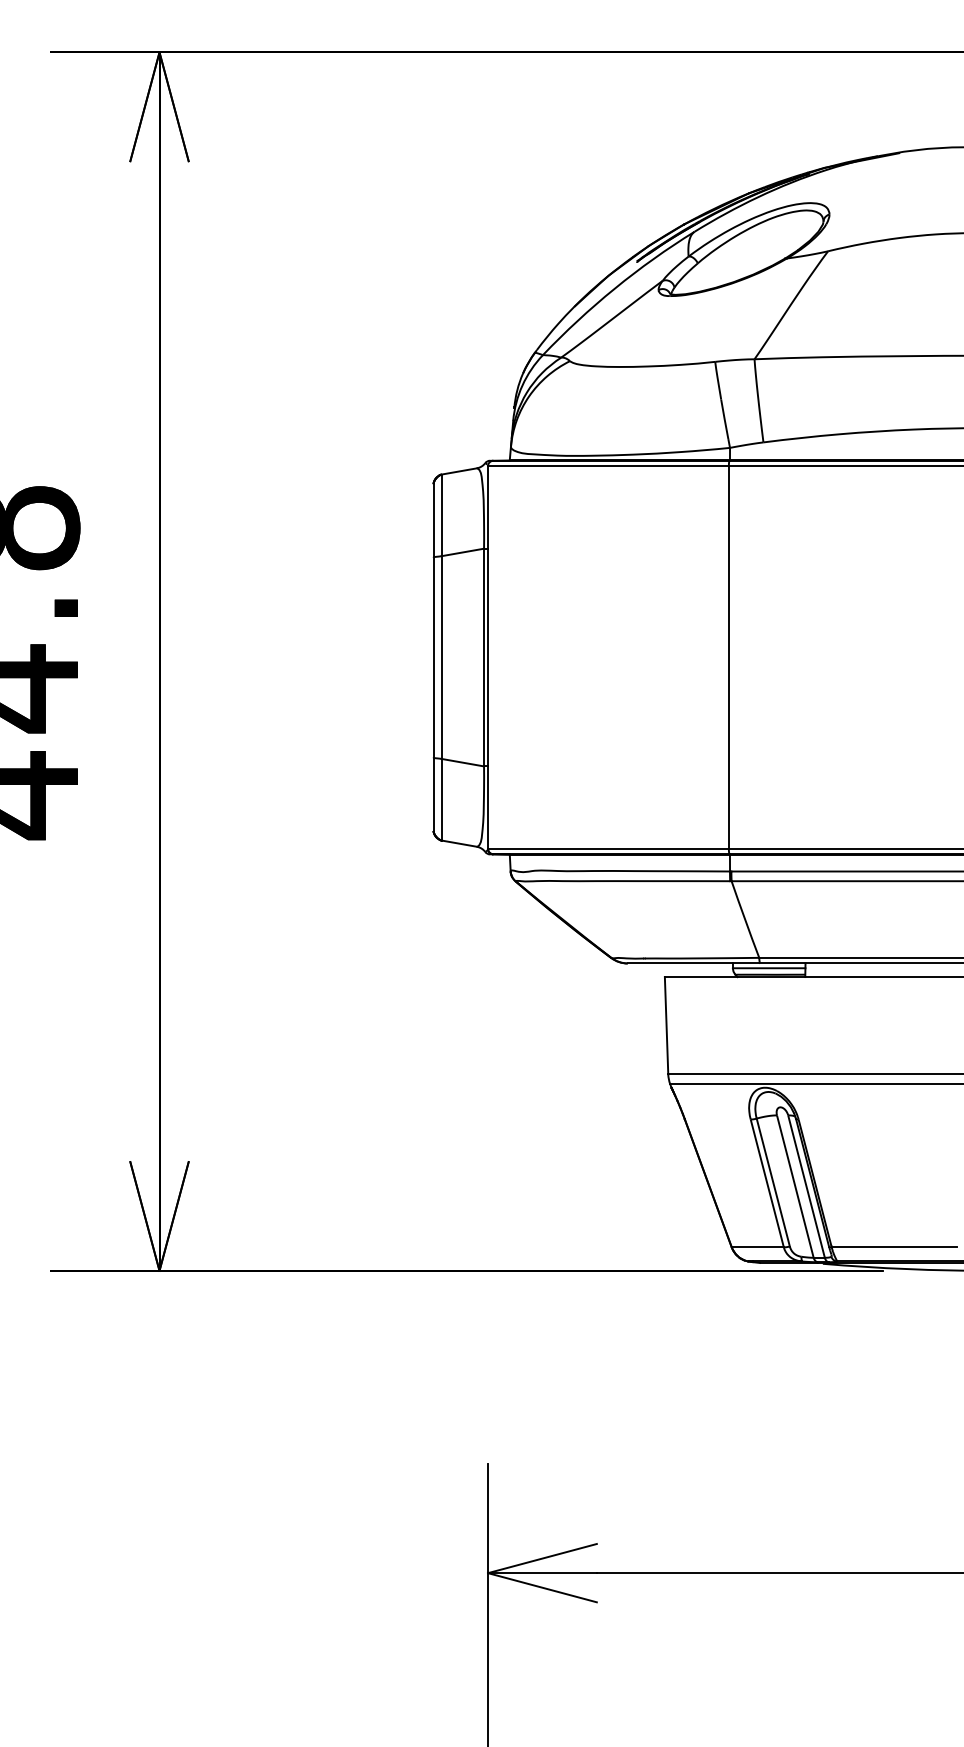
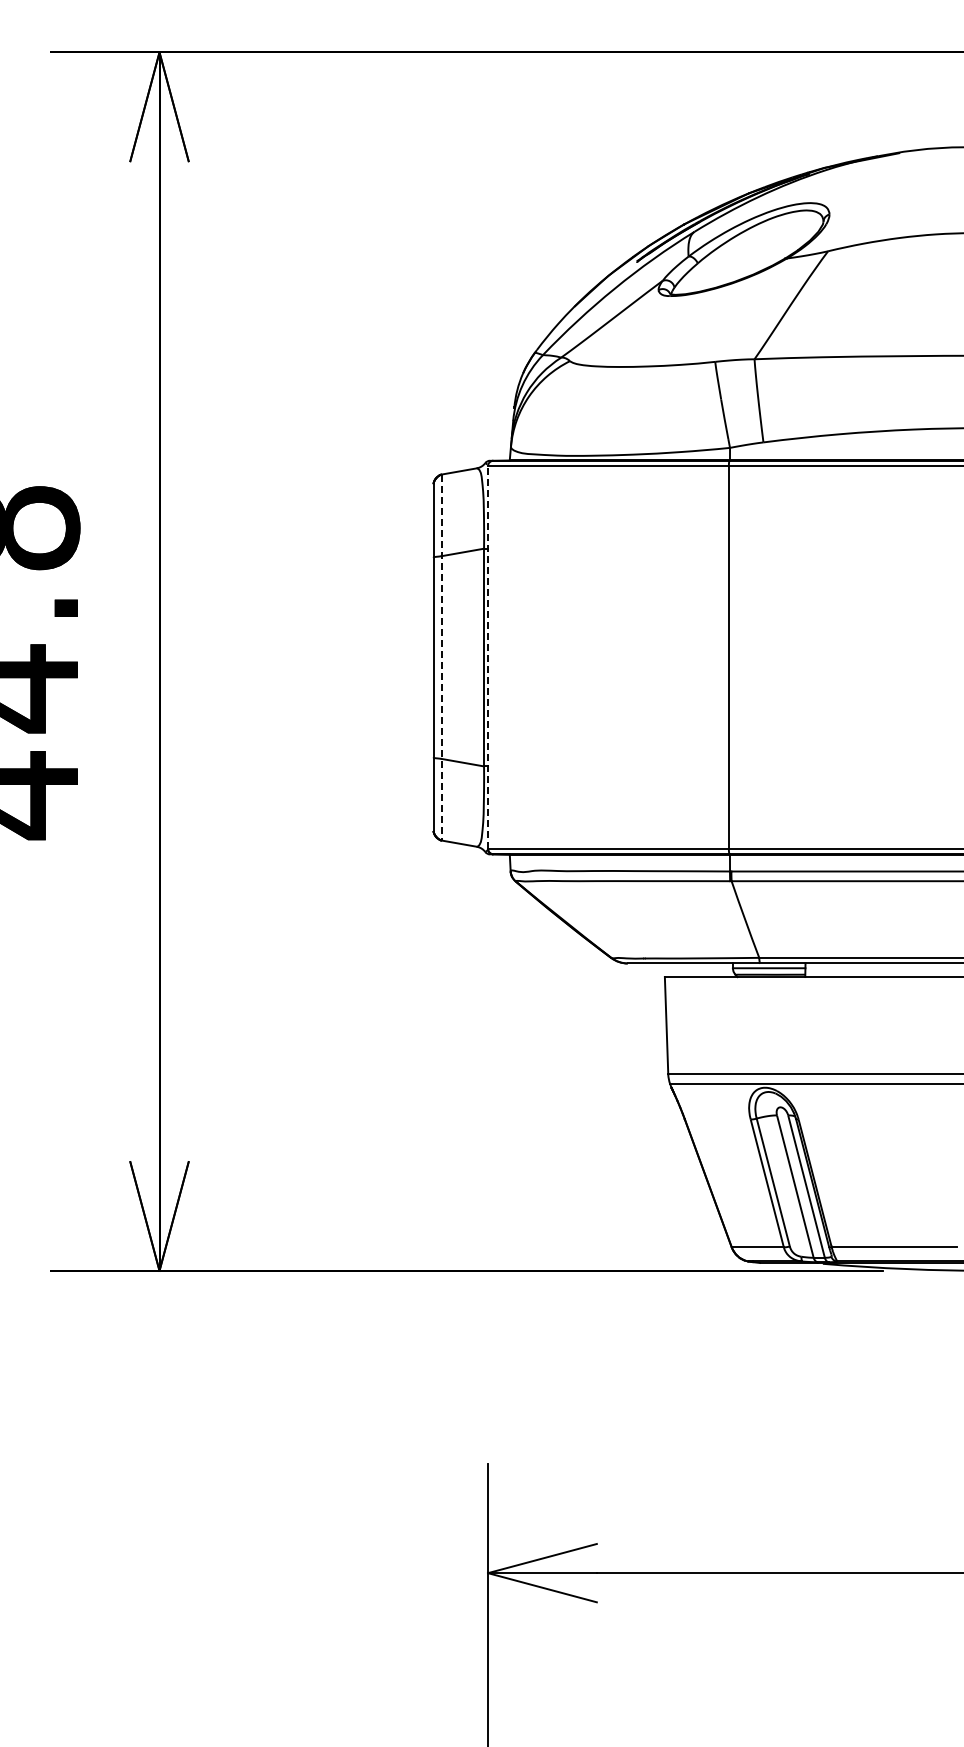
line at (488, 657): solid -> dashed
line at (441, 658): solid -> dashed
